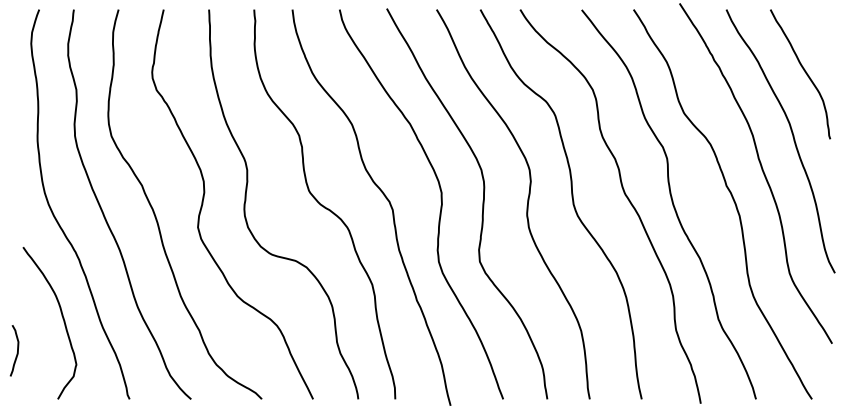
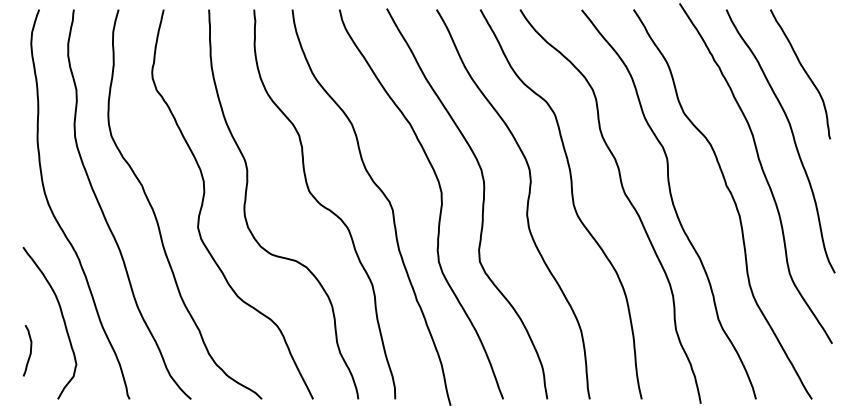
curve at (17, 350) position: (17, 350) -> (30, 350)
